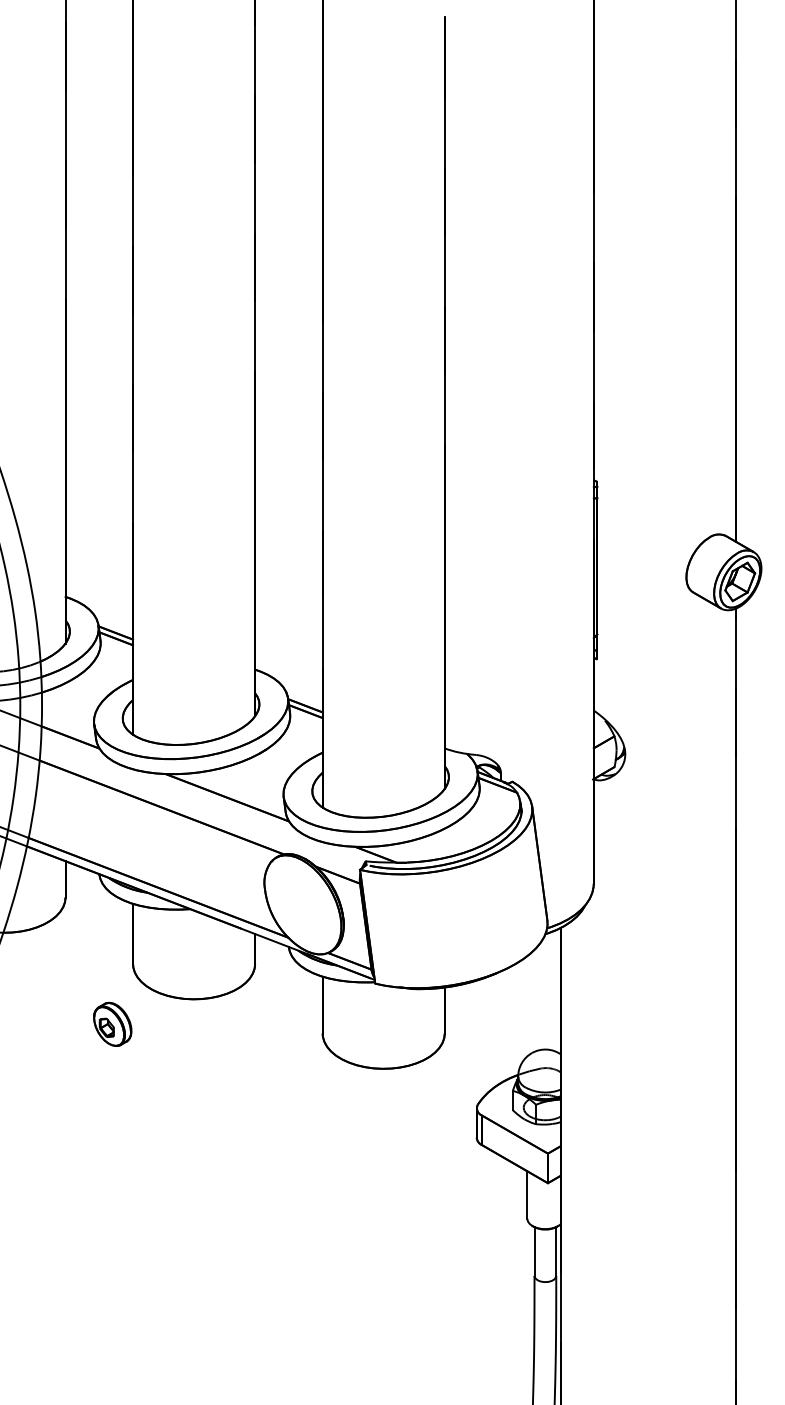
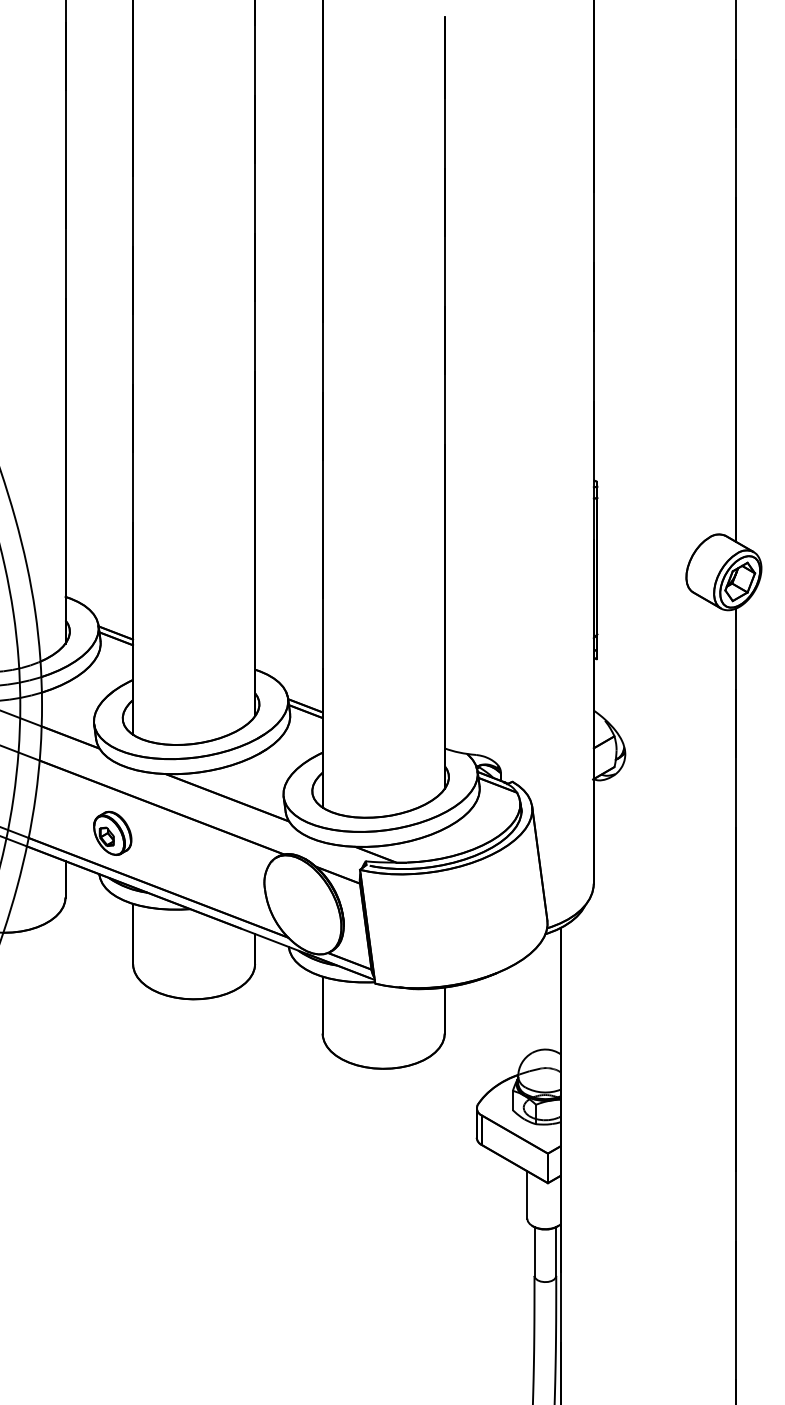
part at (112, 1023) position: (112, 1023) -> (112, 832)
